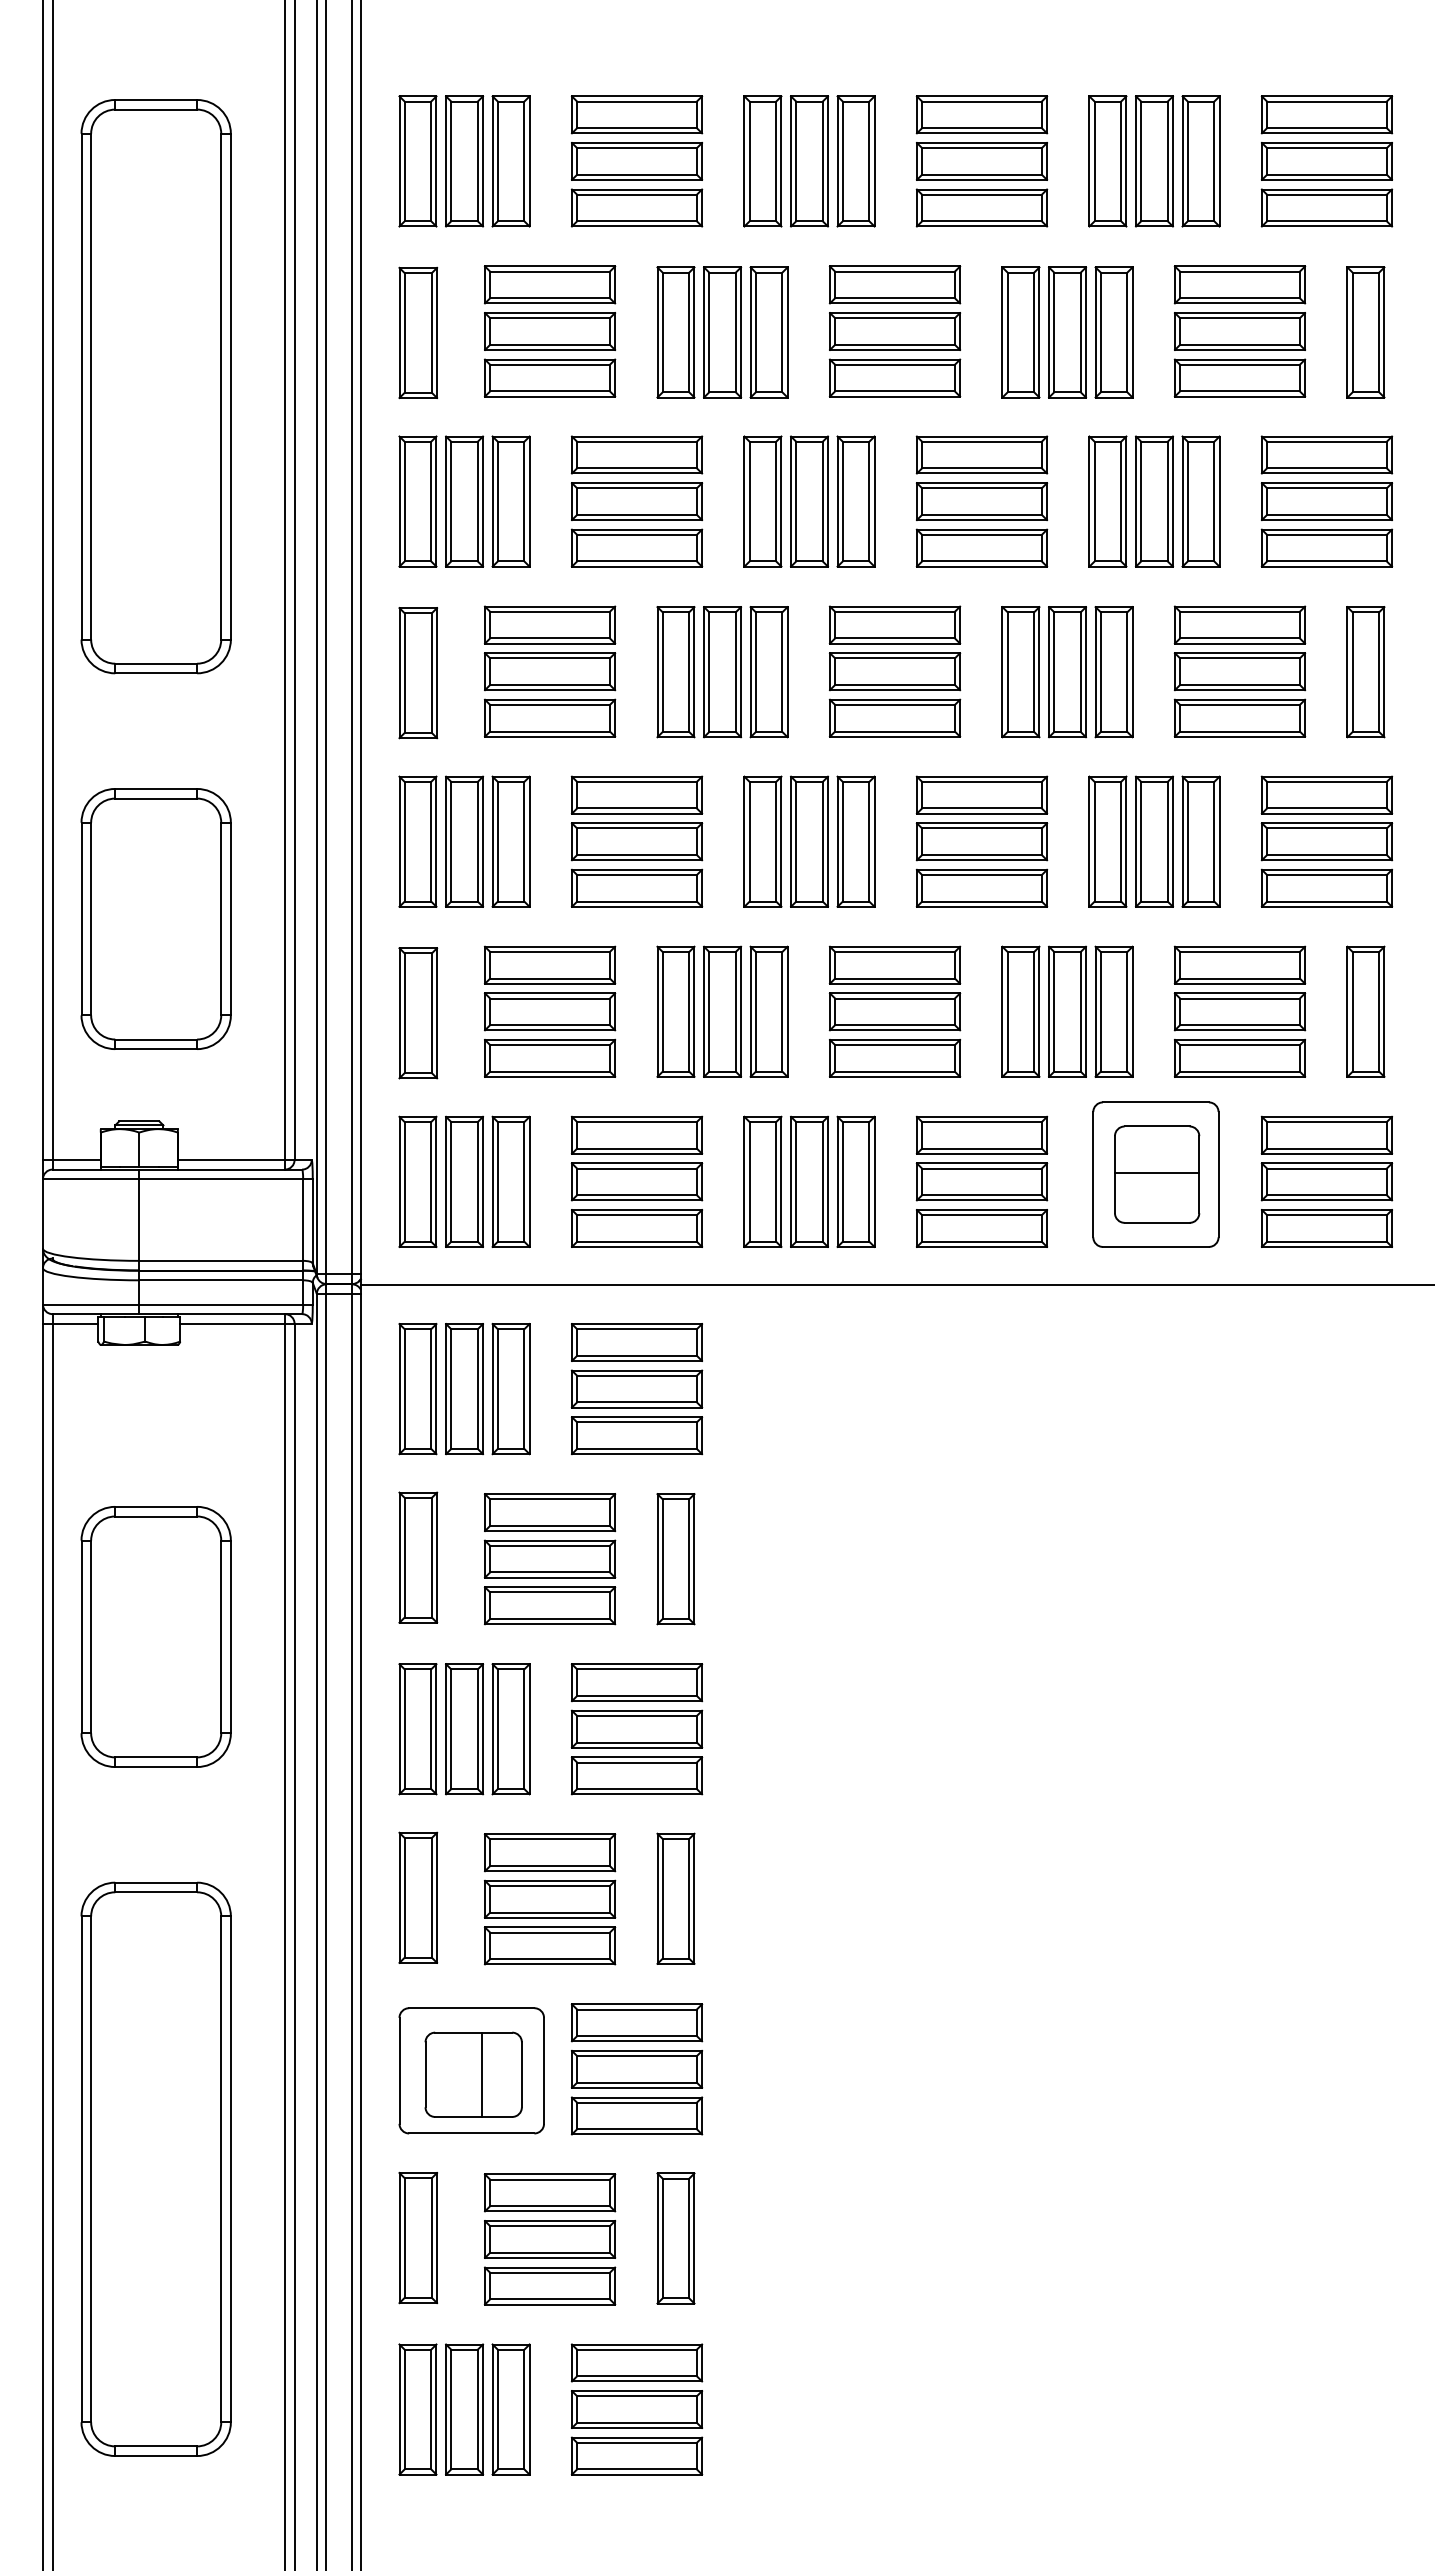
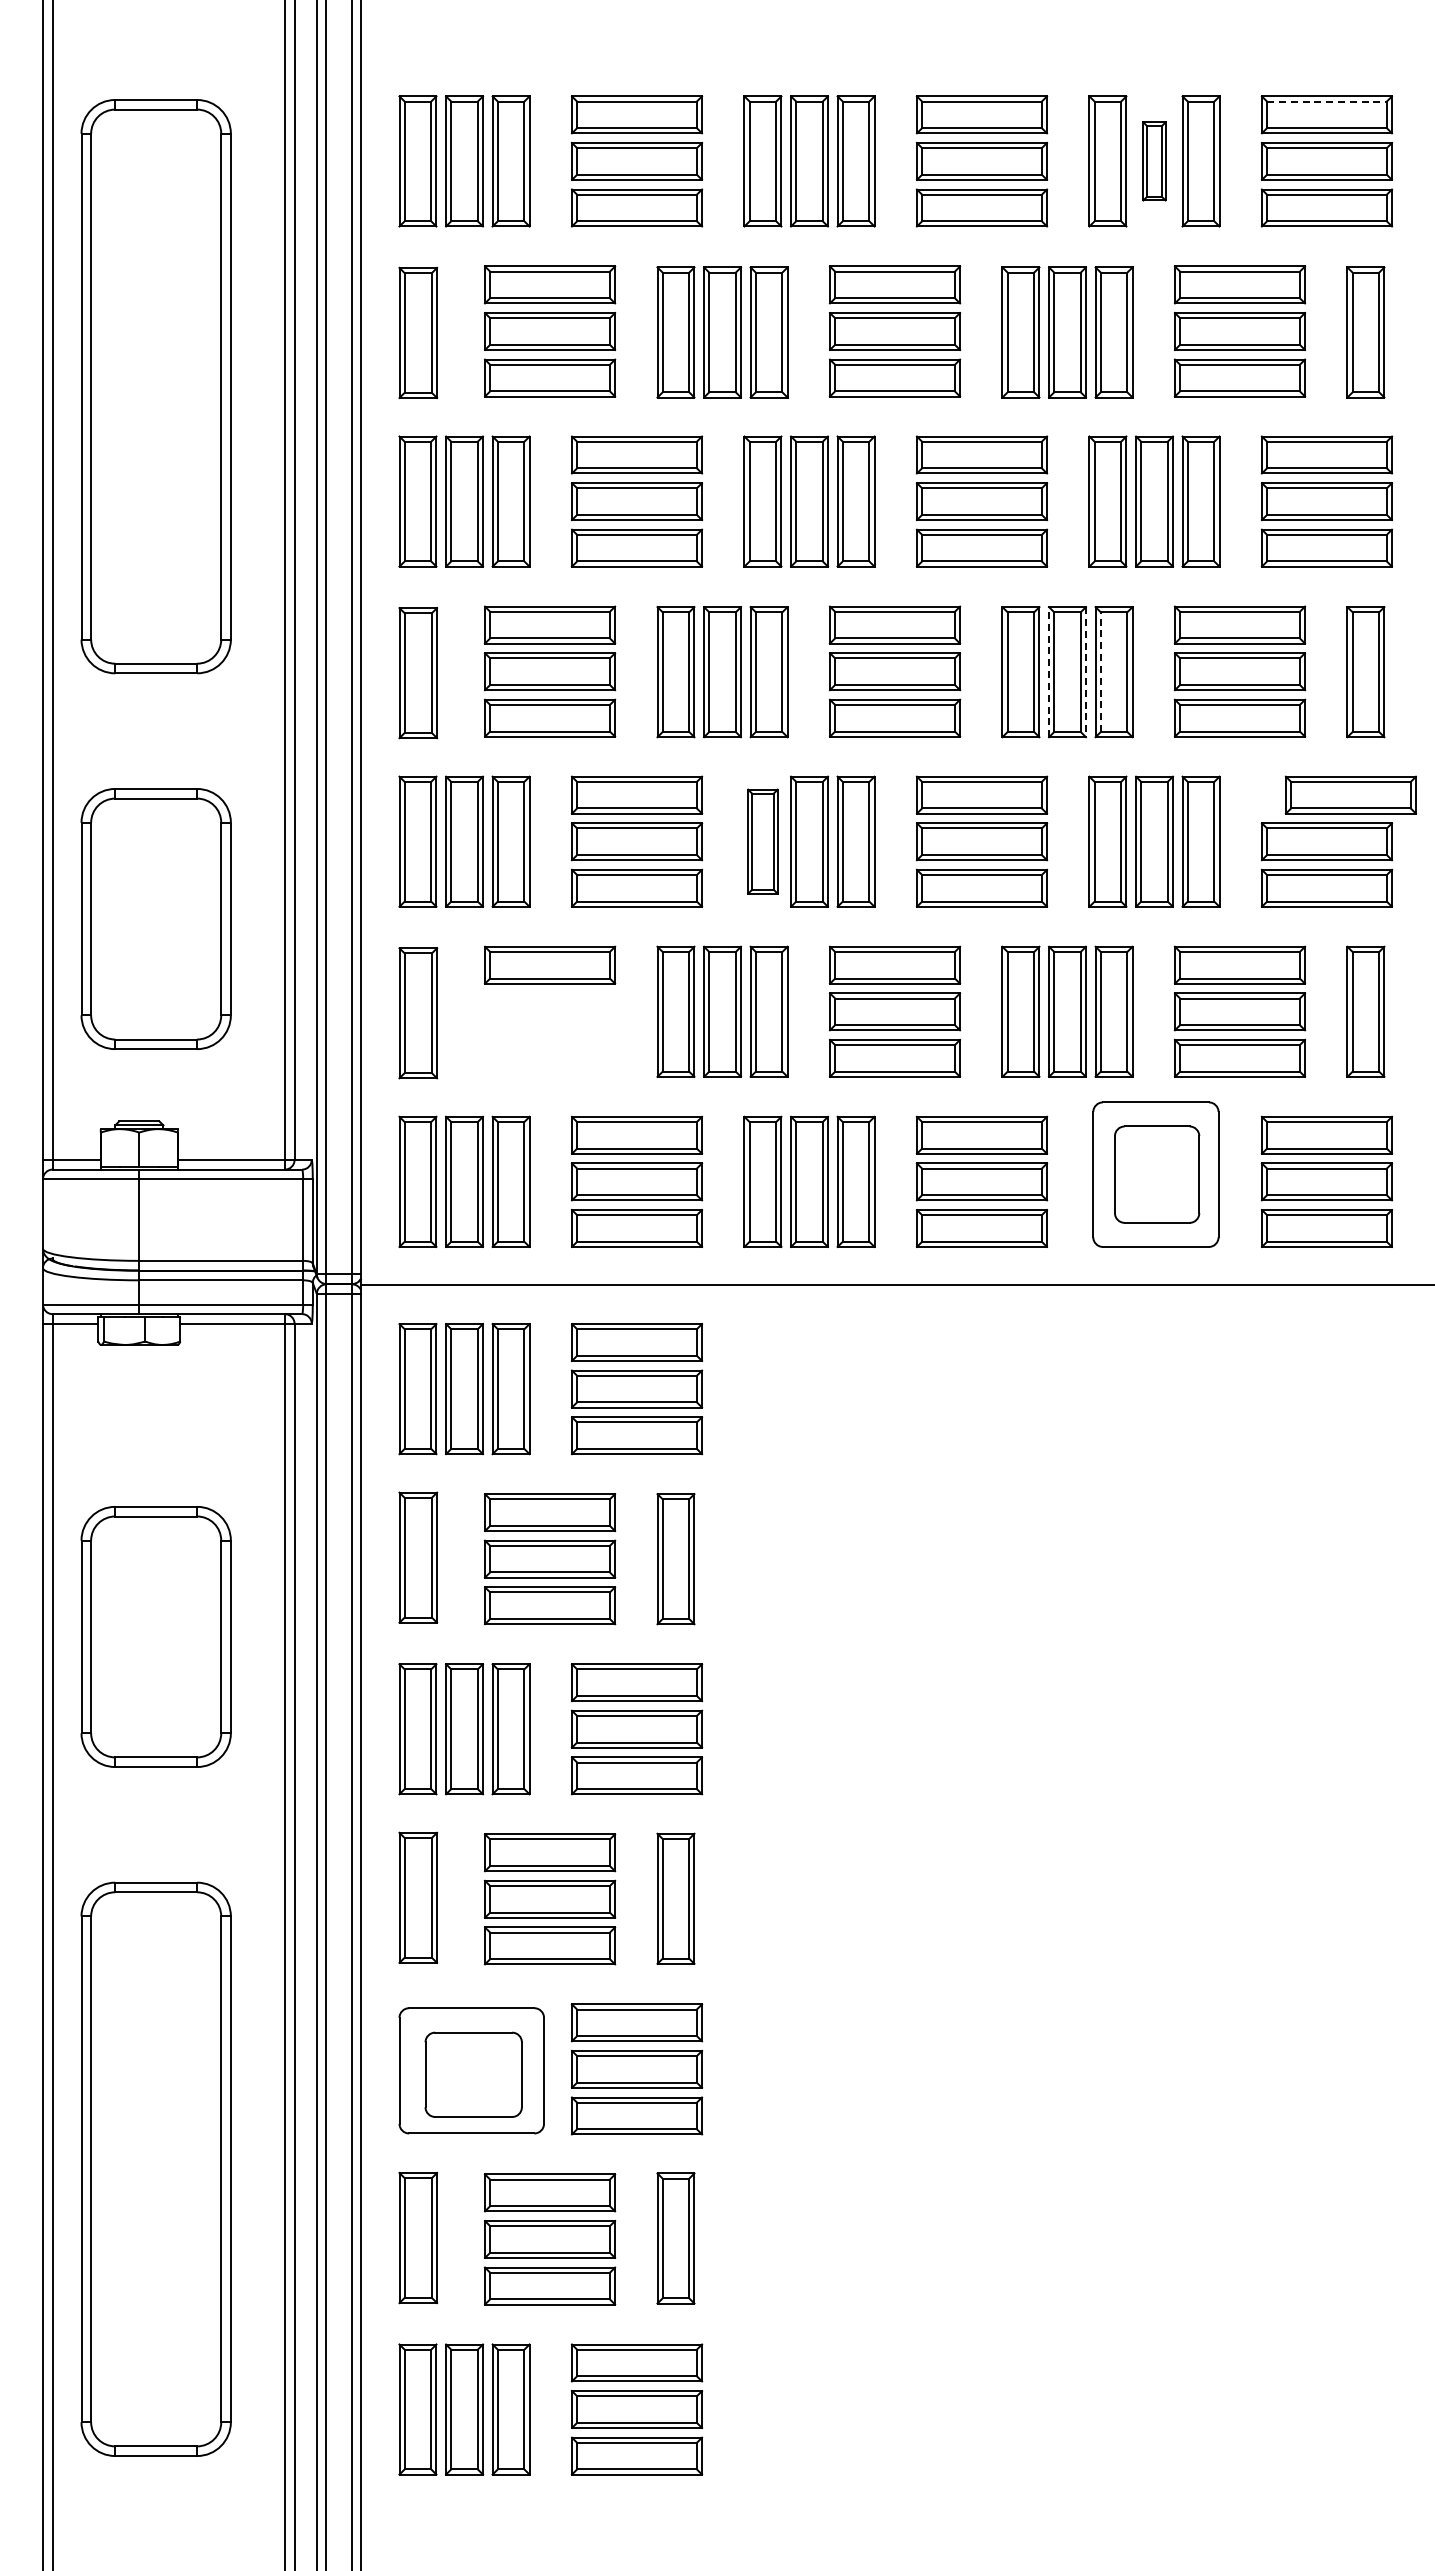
line at (1326, 101): solid -> dashed
part at (1154, 161) size: 39x133 px -> 25x81 px
line at (1049, 671): solid -> dashed
line at (1085, 672): solid -> dashed
line at (1100, 672): solid -> dashed
part at (1326, 794) position: (1326, 794) -> (1350, 794)
part at (762, 841) size: 40x133 px -> 32x107 px
part at (550, 1034): present -> none
line at (1156, 1173): present -> none
line at (481, 2074): present -> none
